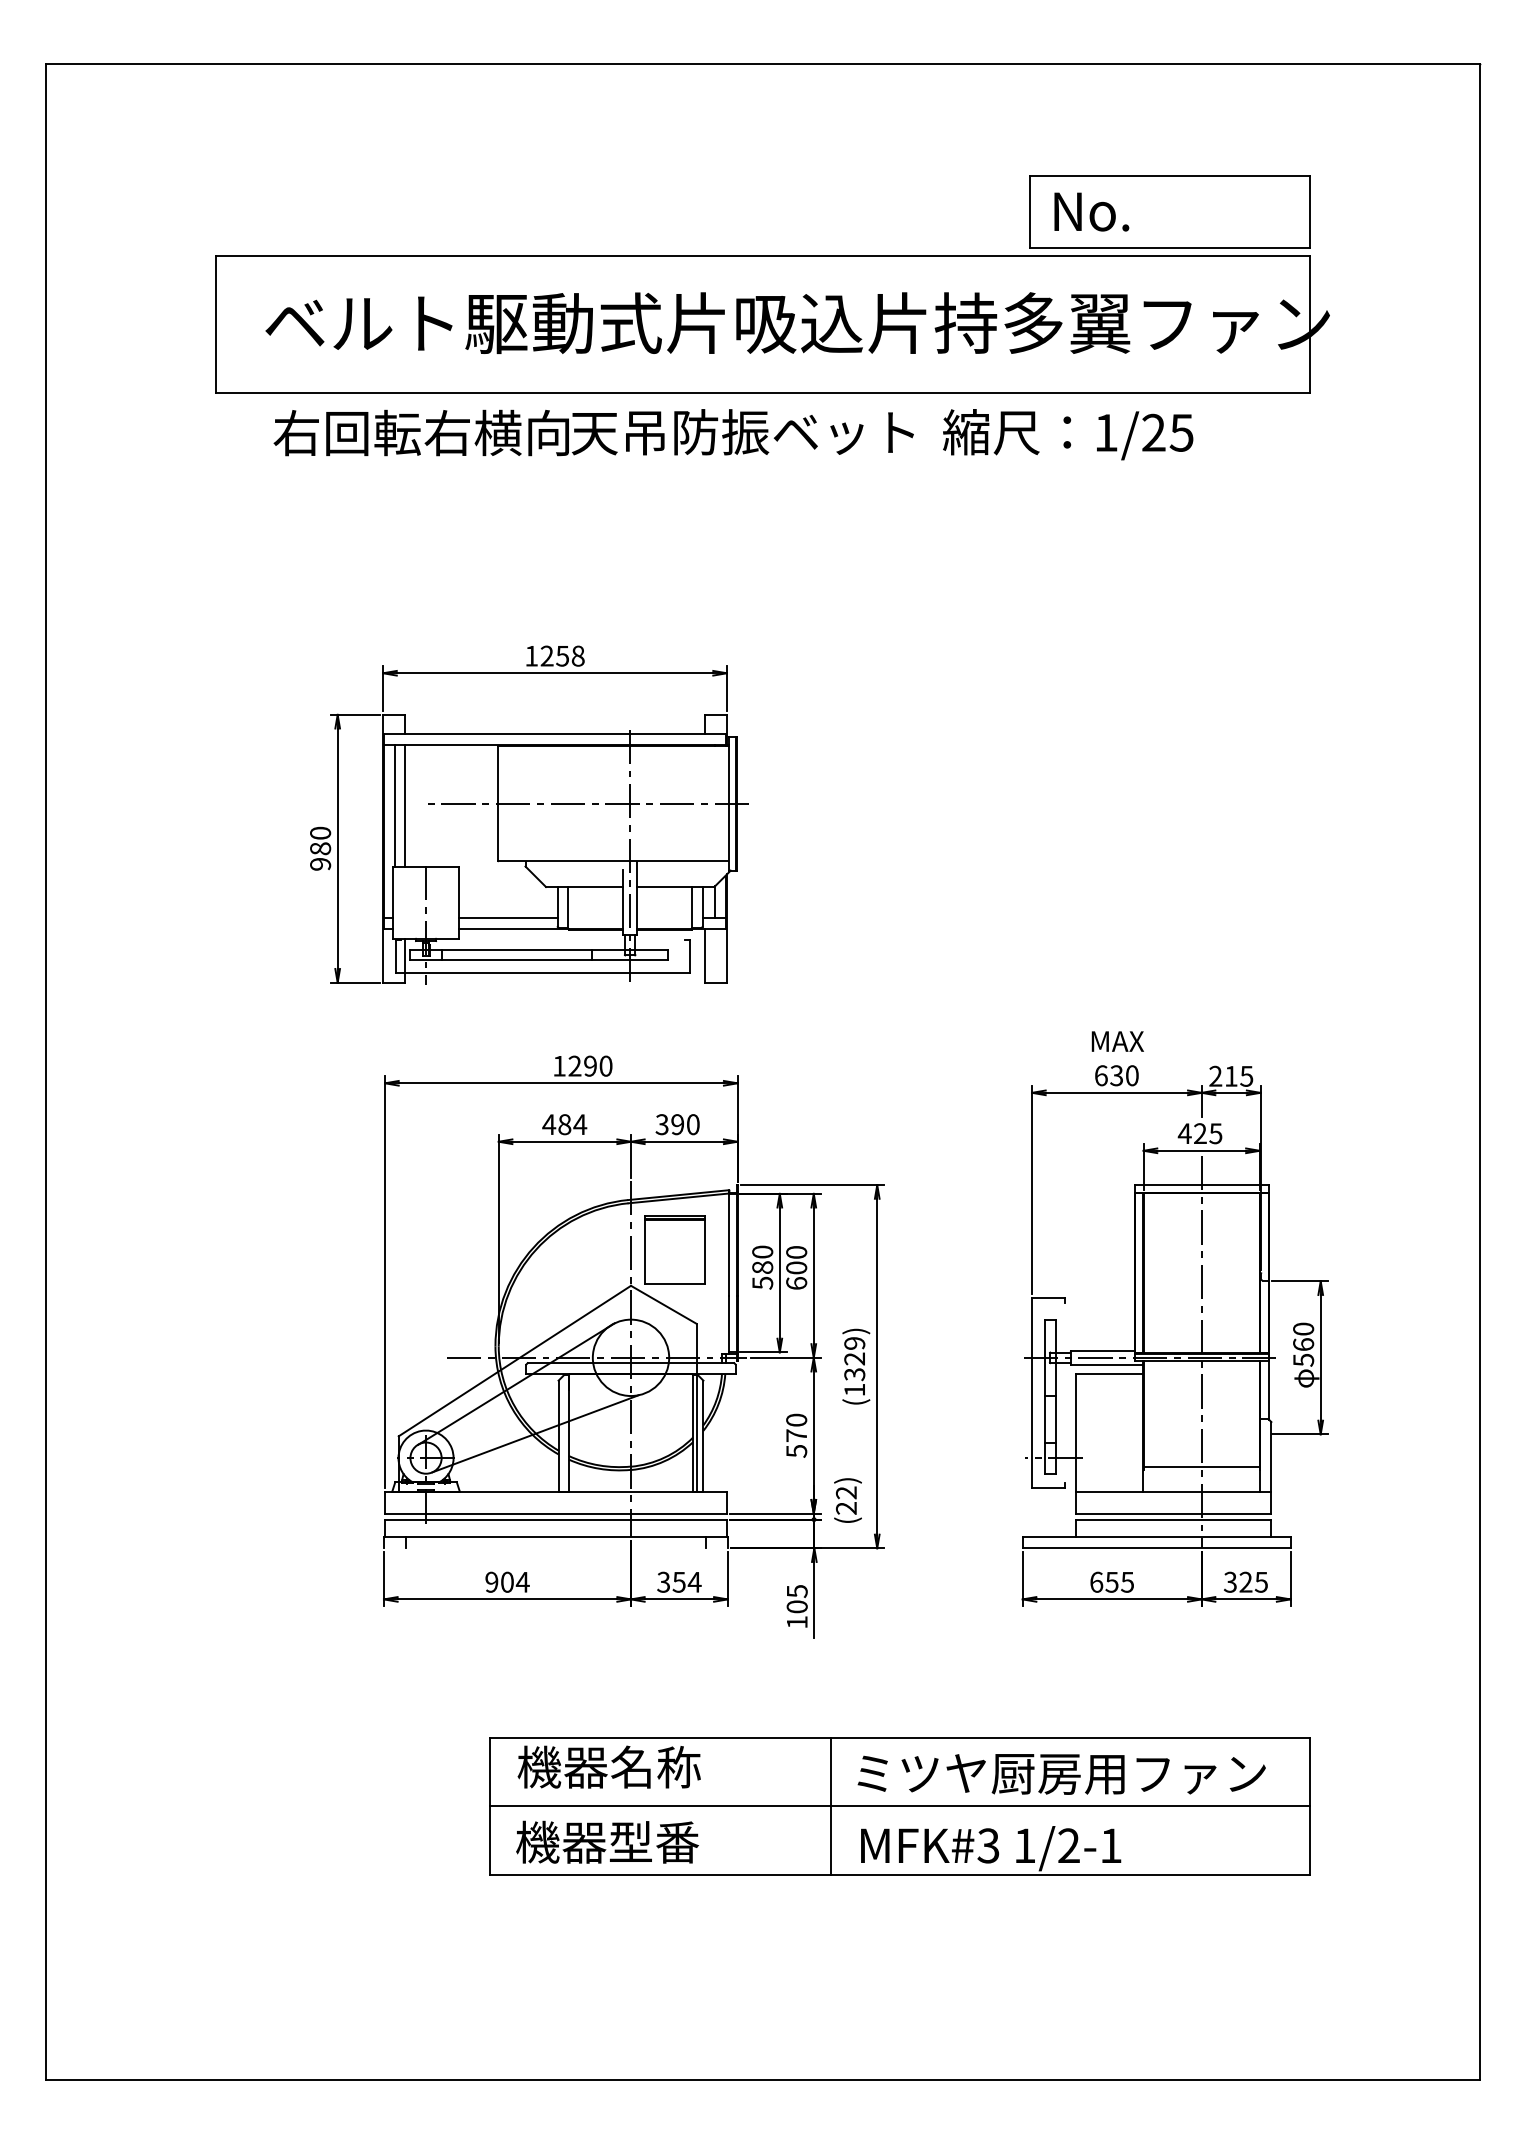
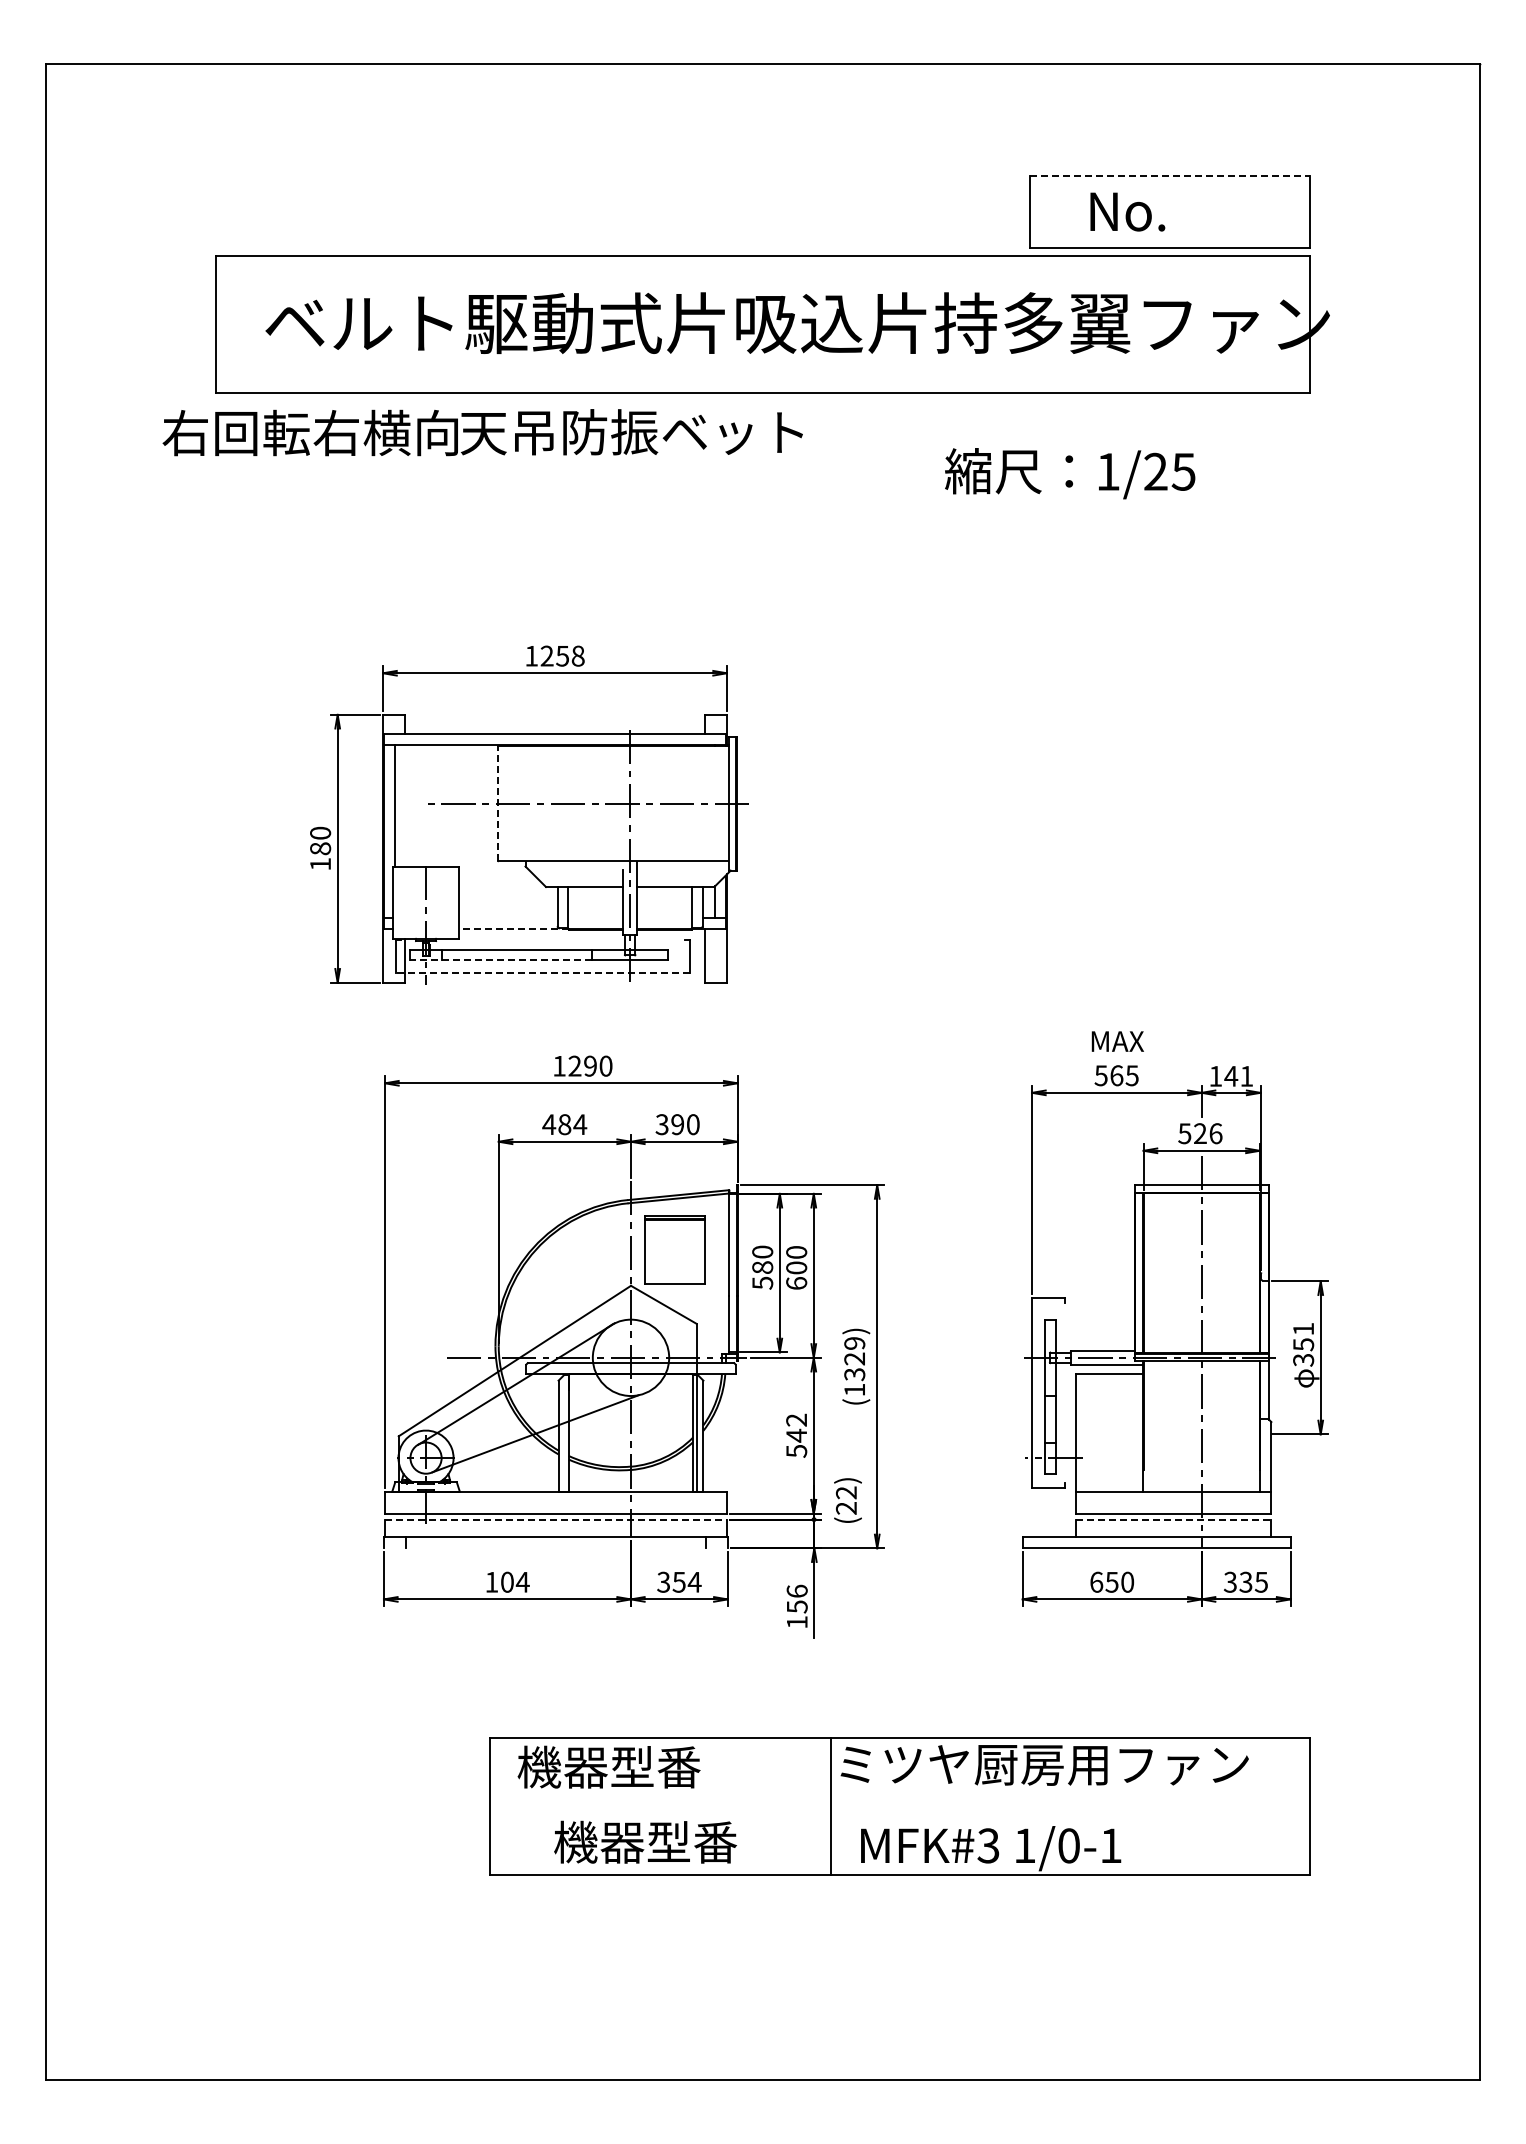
line at (1169, 175): solid -> dashed
text at (1091, 211) position: (1091, 211) -> (1127, 211)
text at (593, 432) position: (593, 432) -> (482, 432)
text at (1068, 434) position: (1068, 434) -> (1070, 473)
line at (497, 803): solid -> dashed
line at (405, 805): present -> none
text at (320, 864): 980 -> 180
line at (508, 918): present -> none
line at (513, 929): solid -> dashed
line at (501, 960): solid -> dashed
line at (542, 973): solid -> dashed
text at (1116, 1075): 630 -> 565
text at (1231, 1075): 215 -> 141
text at (1199, 1133): 425 -> 526
text at (1303, 1344): 560 -> 351
text at (796, 1427): 570 -> 542
line at (1201, 1467): present -> none
line at (555, 1519): solid -> dashed
line at (1173, 1519): solid -> dashed
text at (491, 1581): 904 -> 104
text at (1127, 1581): 655 -> 650
text at (1245, 1582): 325 -> 335
text at (796, 1598): 105 -> 156
text at (655, 1766): 機器名称 -> 機器型番
text at (1061, 1774) position: (1061, 1774) -> (1044, 1765)
line at (899, 1806): present -> none
text at (607, 1841) position: (607, 1841) -> (645, 1841)
text at (1068, 1845): 1/2-1 -> 1/0-1
